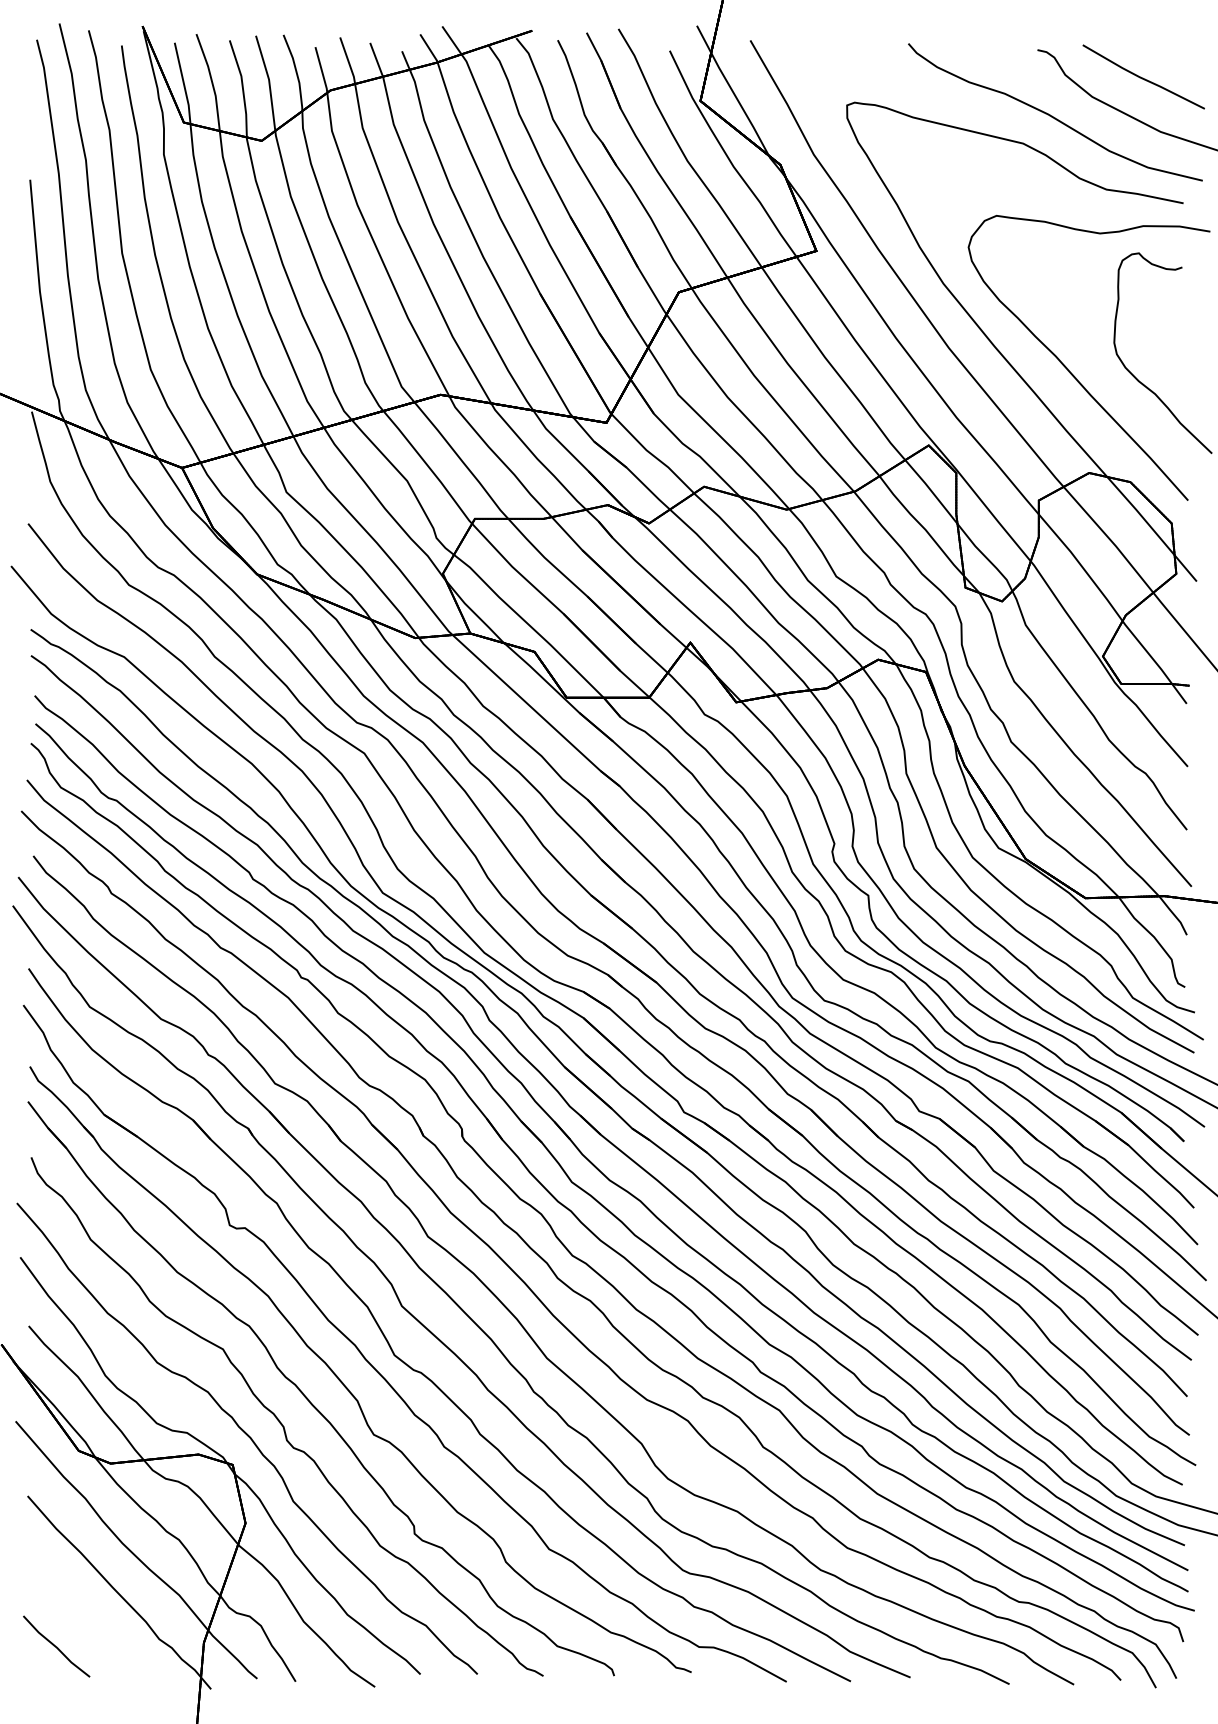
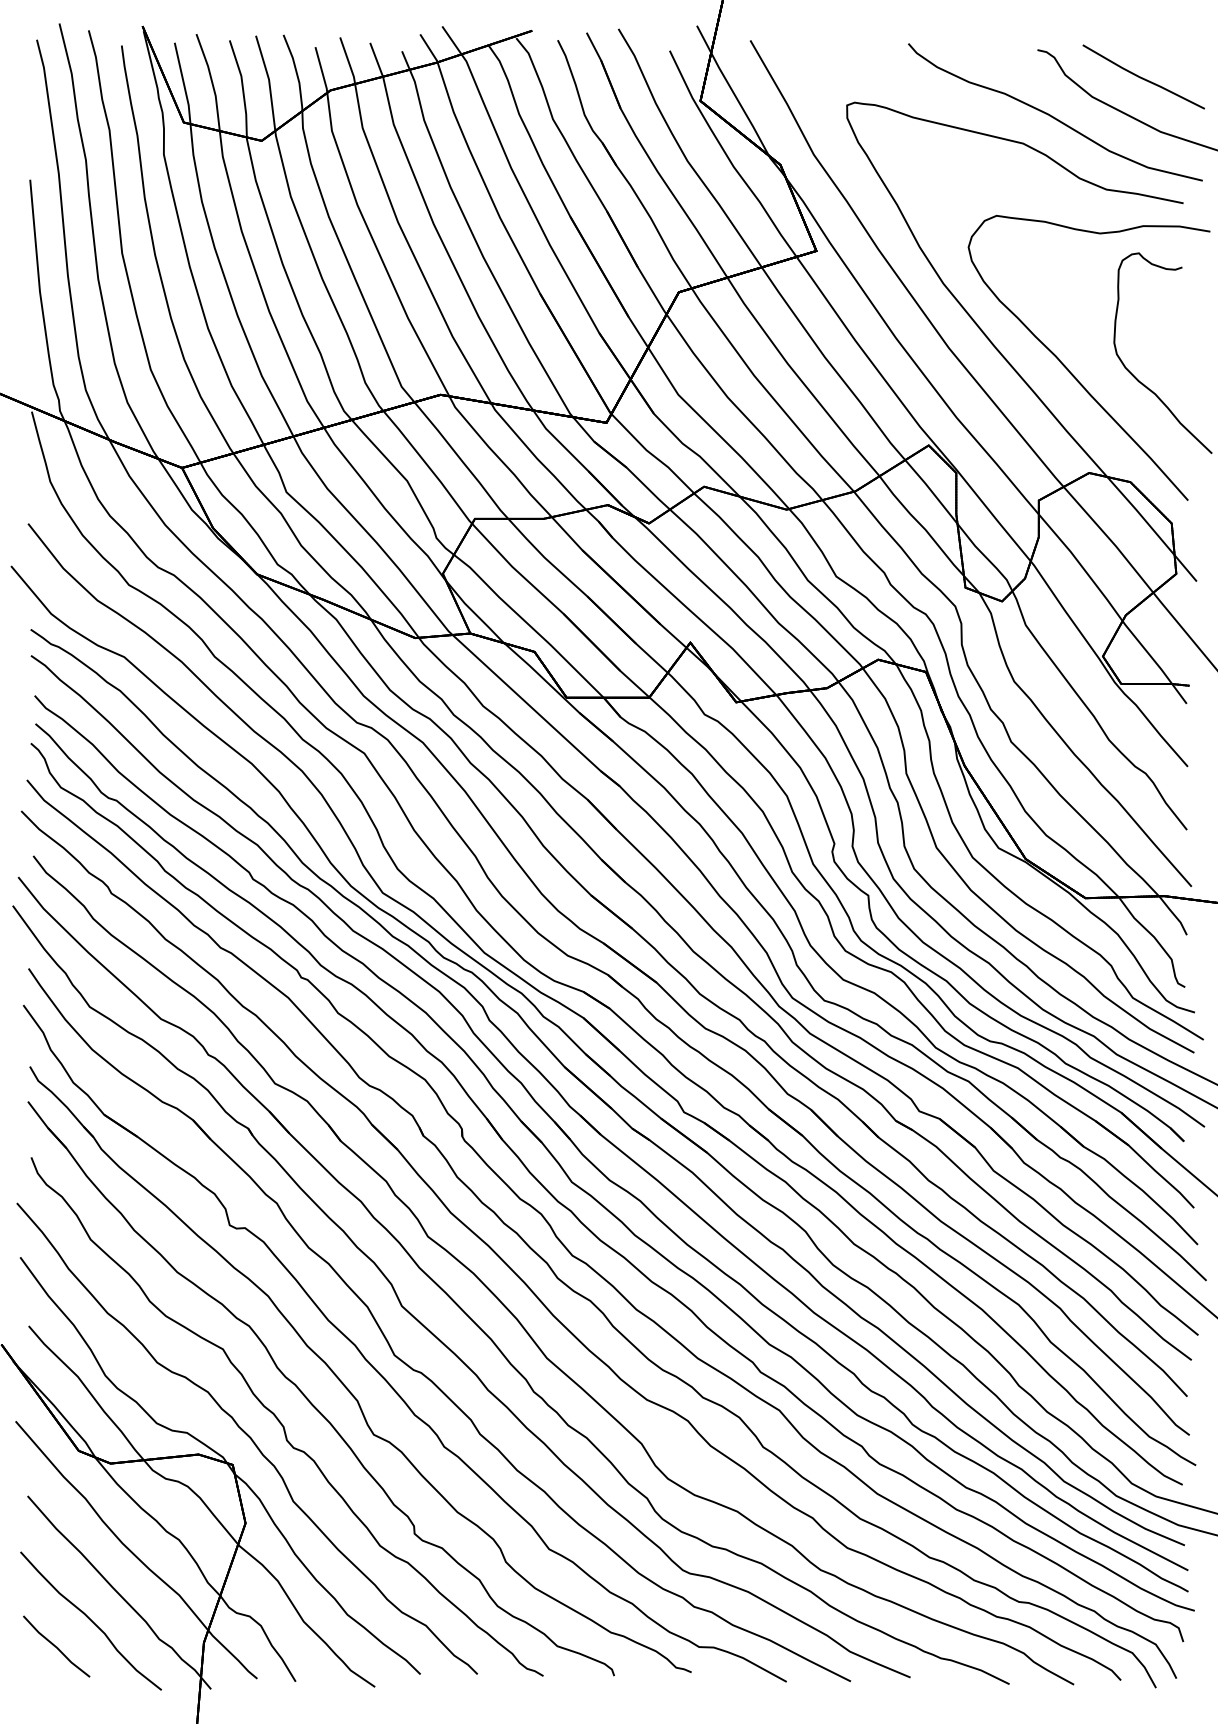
curve at (90, 1620): none -> present
